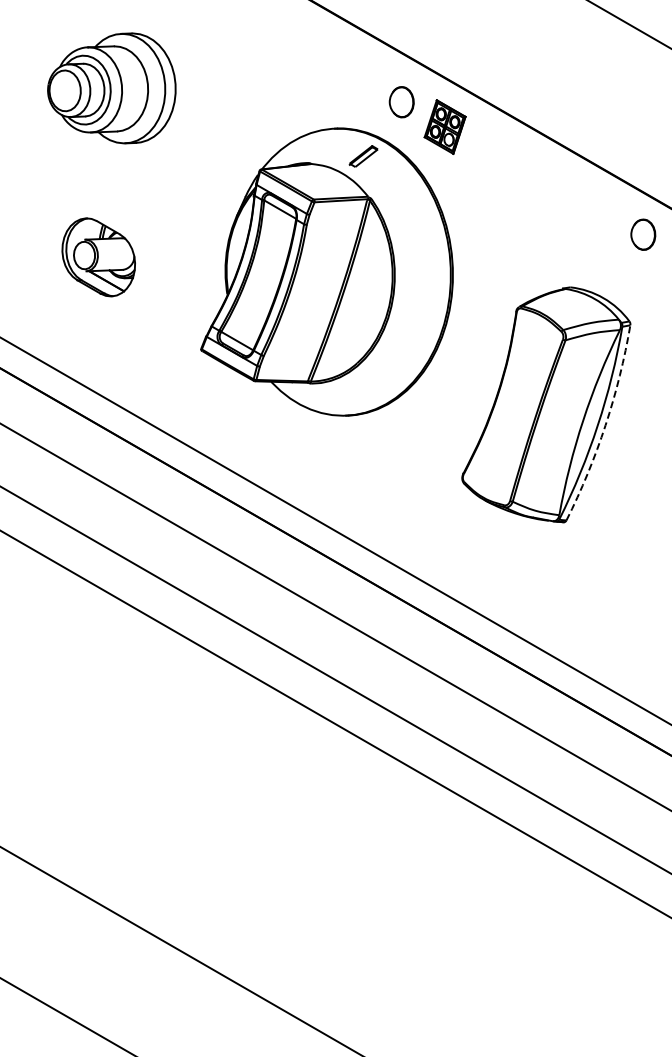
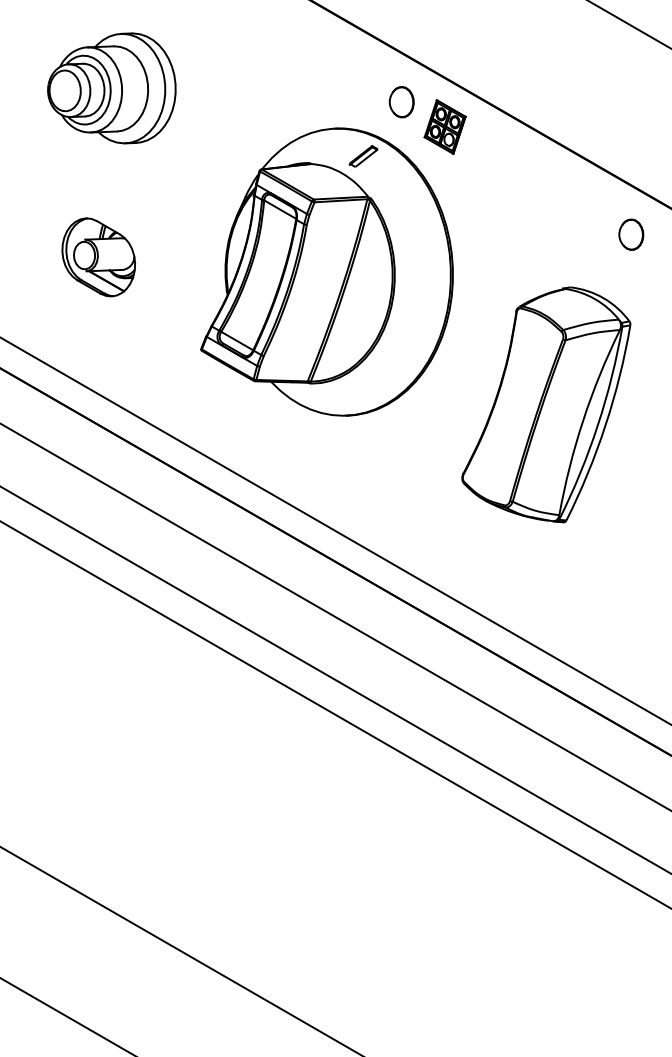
part at (643, 234) position: (643, 234) -> (631, 234)
arc at (605, 425): dashed -> solid
line at (335, 723) position: (335, 723) -> (335, 714)
